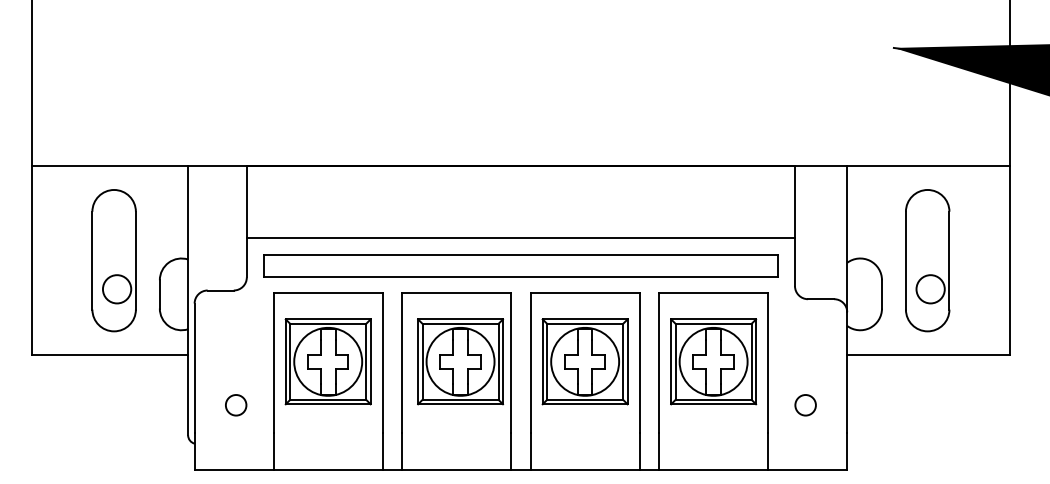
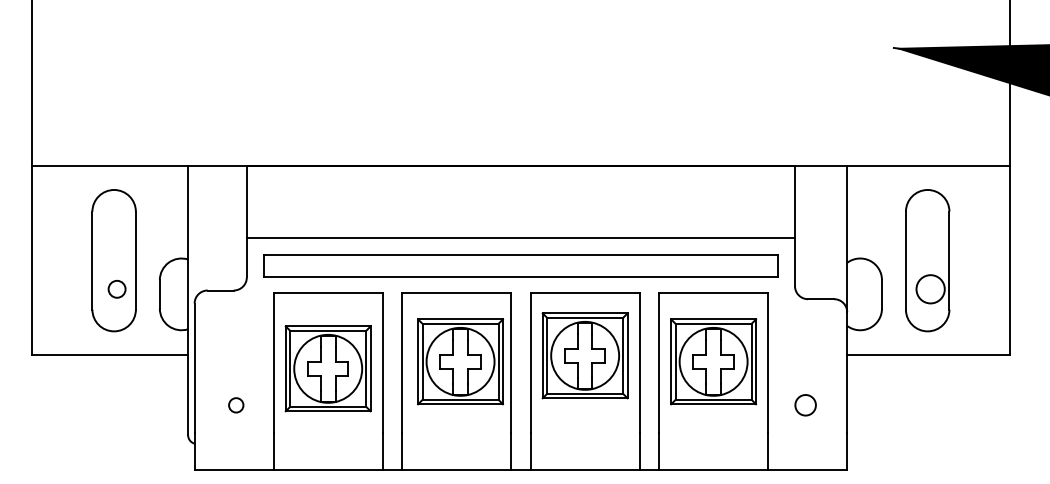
circle at (116, 289) diameter: 28 px -> 17 px
part at (327, 361) position: (327, 361) -> (327, 368)
part at (584, 361) position: (584, 361) -> (584, 355)
circle at (236, 405) size: 23x23 px -> 17x17 px
